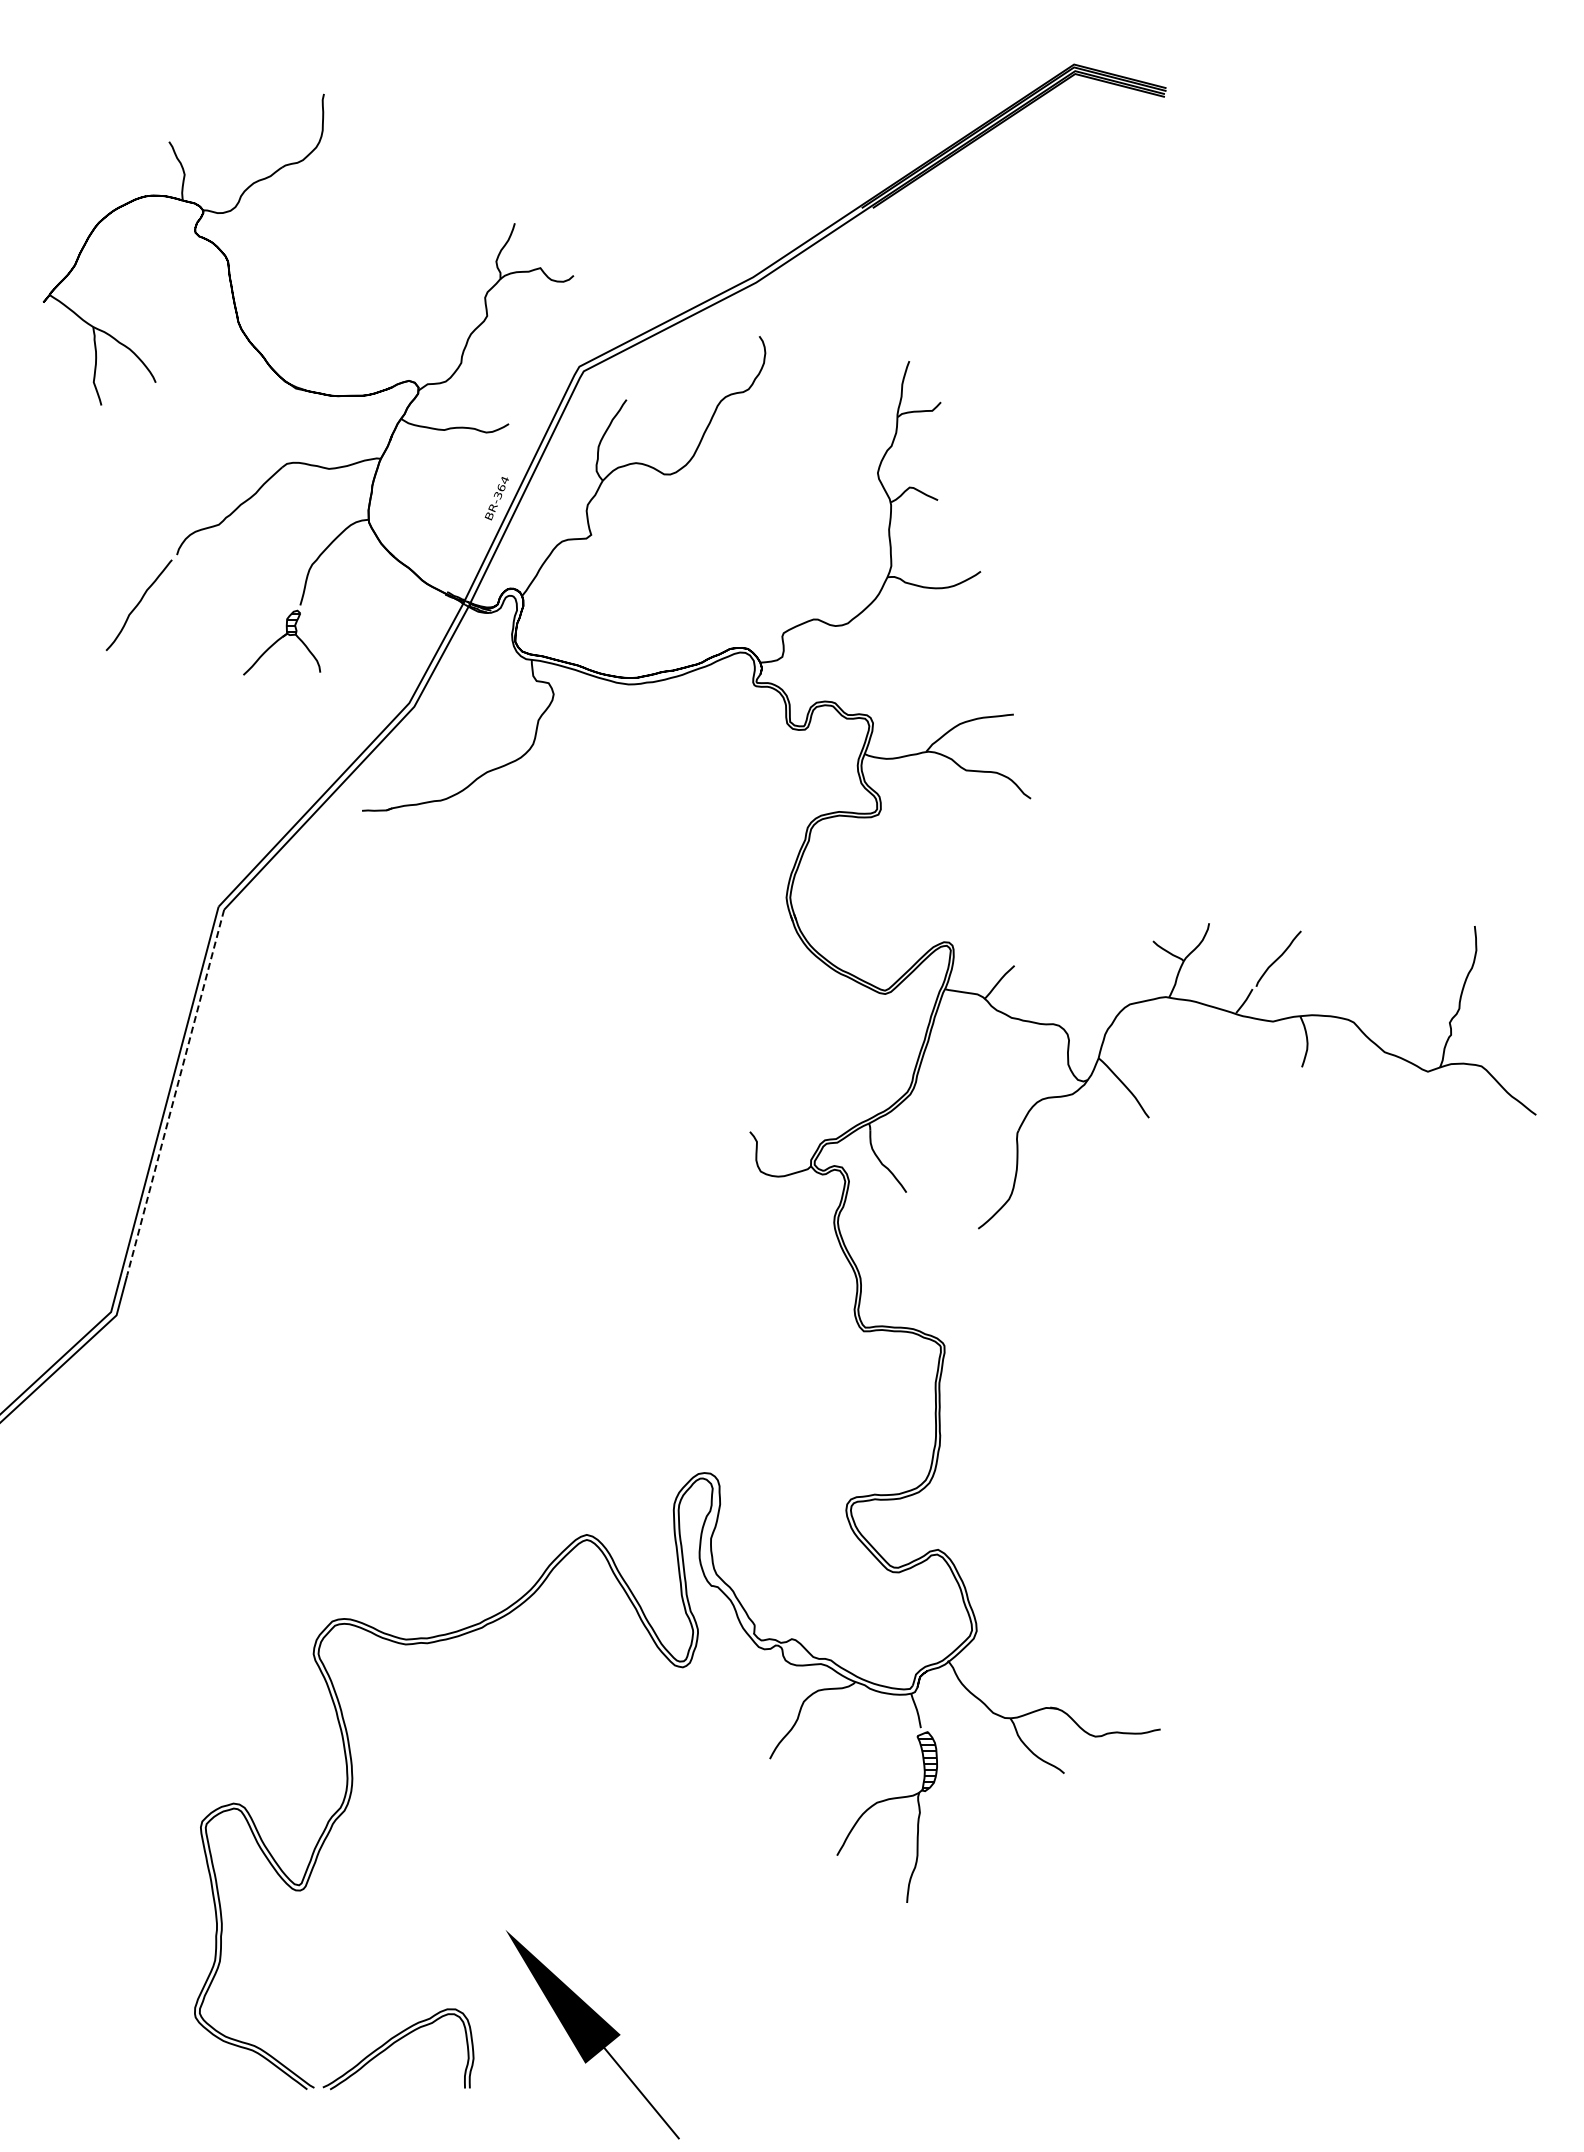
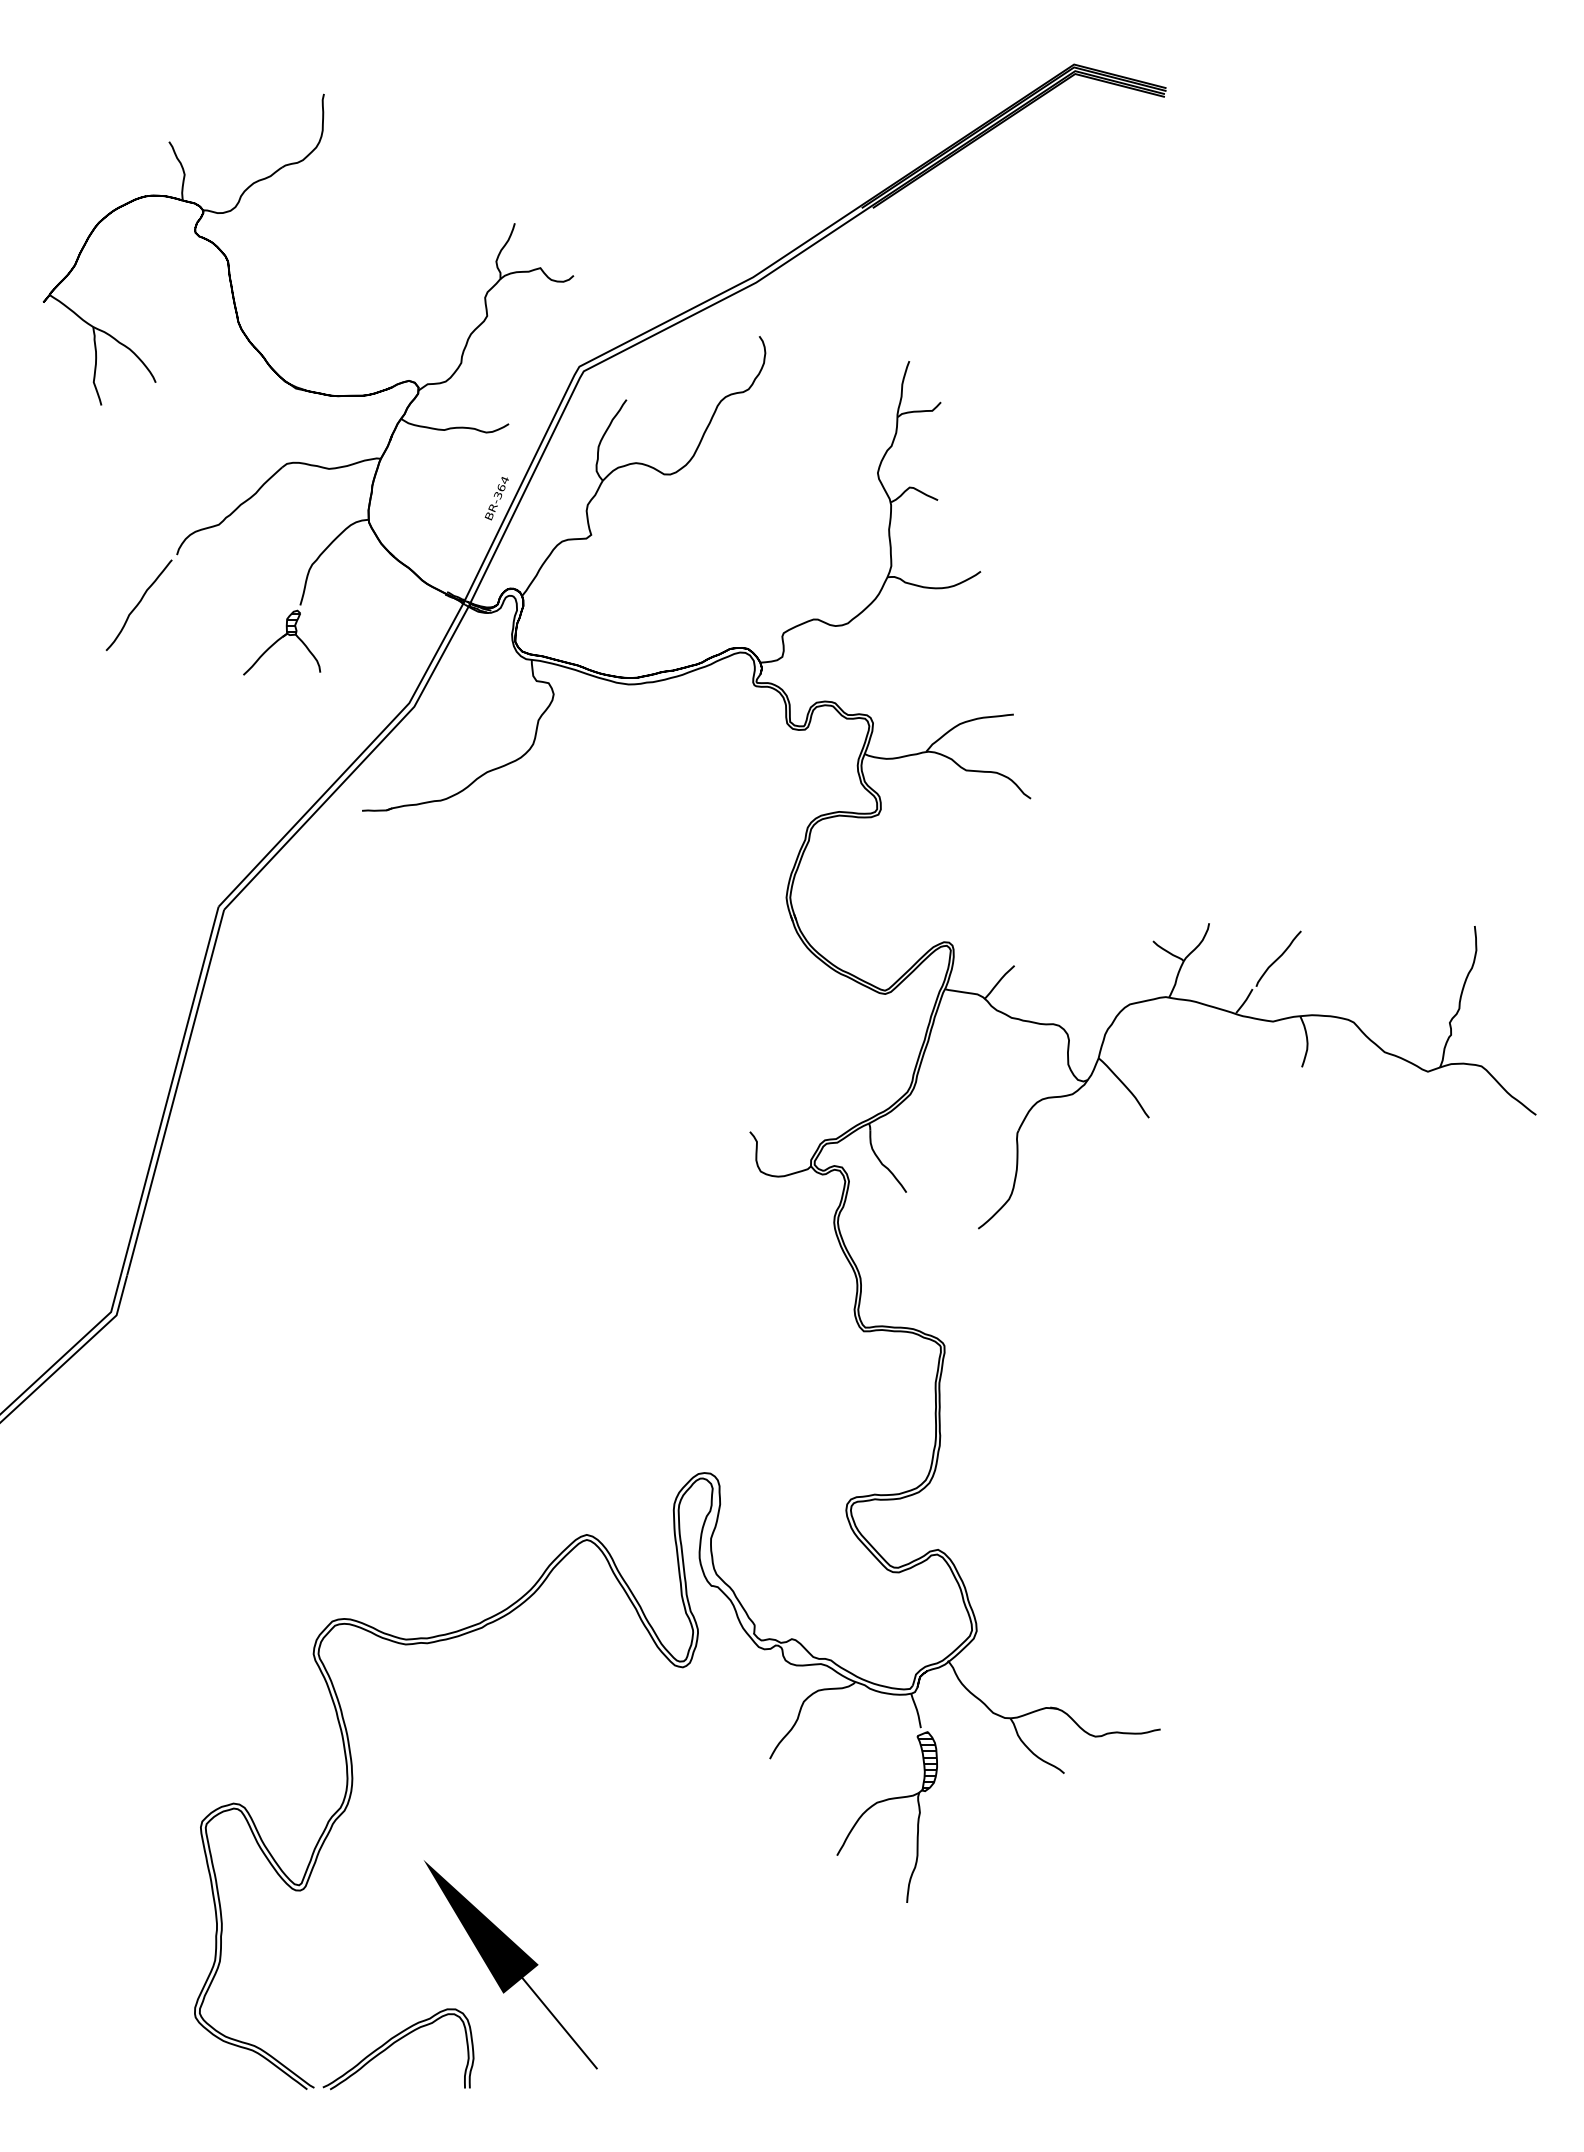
line at (175, 1093): dashed -> solid
part at (592, 2034) position: (592, 2034) -> (510, 1964)
